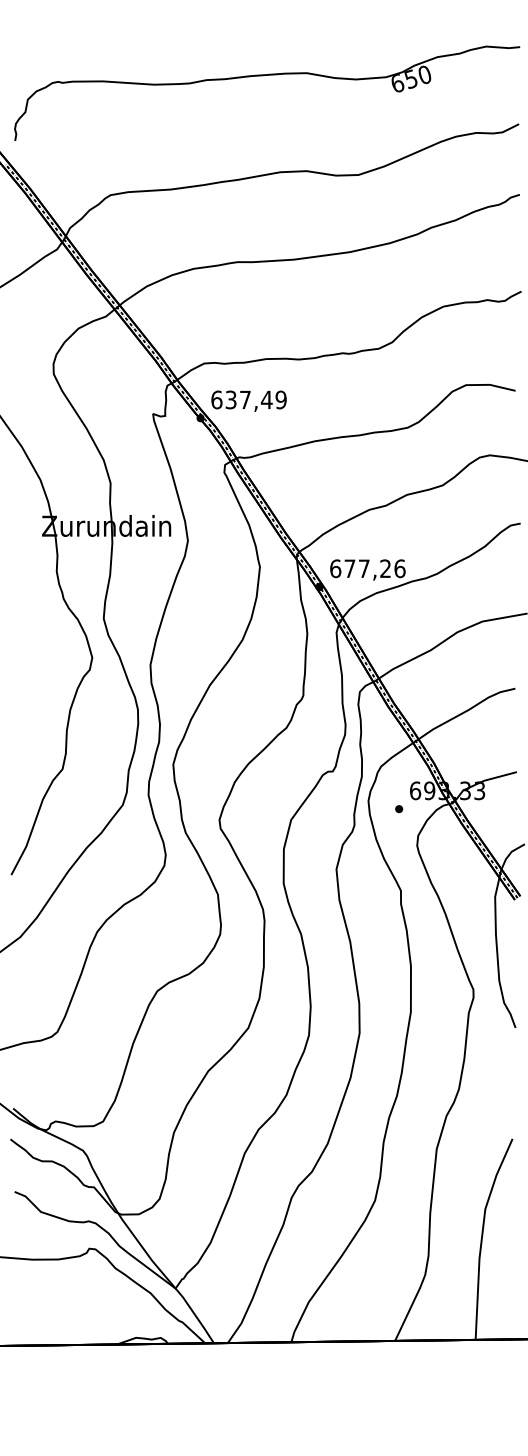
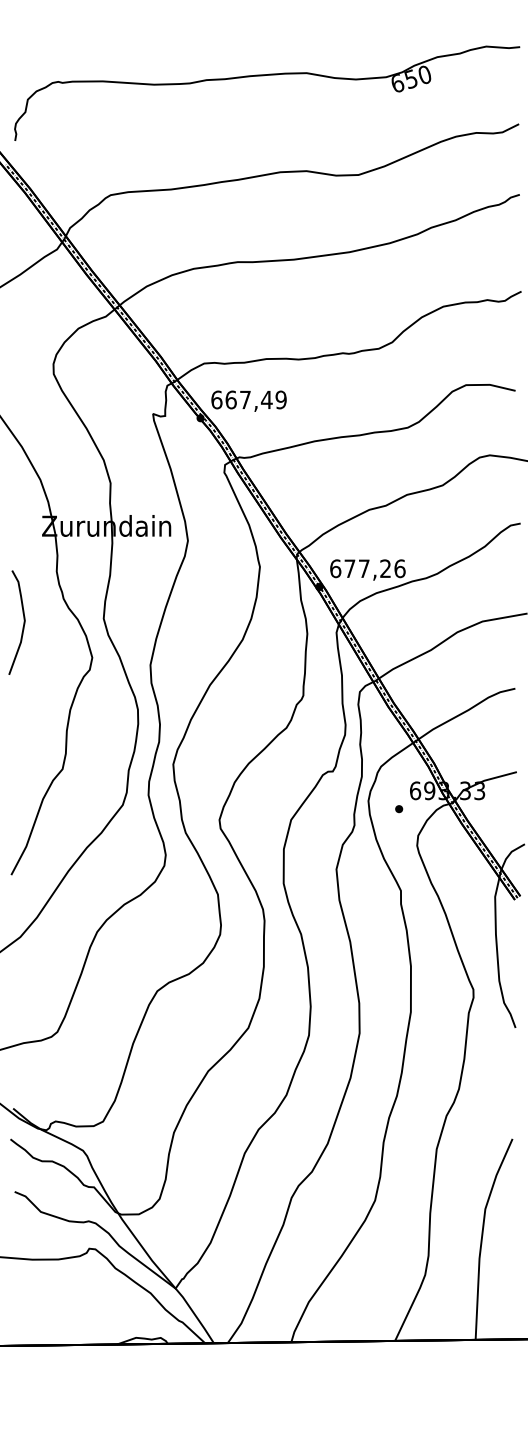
text at (230, 399): 637,49 -> 667,49
curve at (23, 622): none -> present
